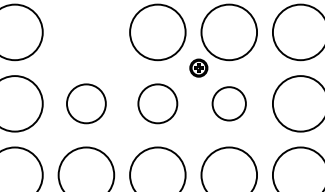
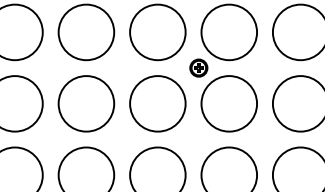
circle at (86, 32): none -> present
circle at (85, 103) diameter: 39 px -> 56 px
circle at (157, 103) diameter: 39 px -> 56 px
circle at (228, 103) diameter: 33 px -> 56 px
